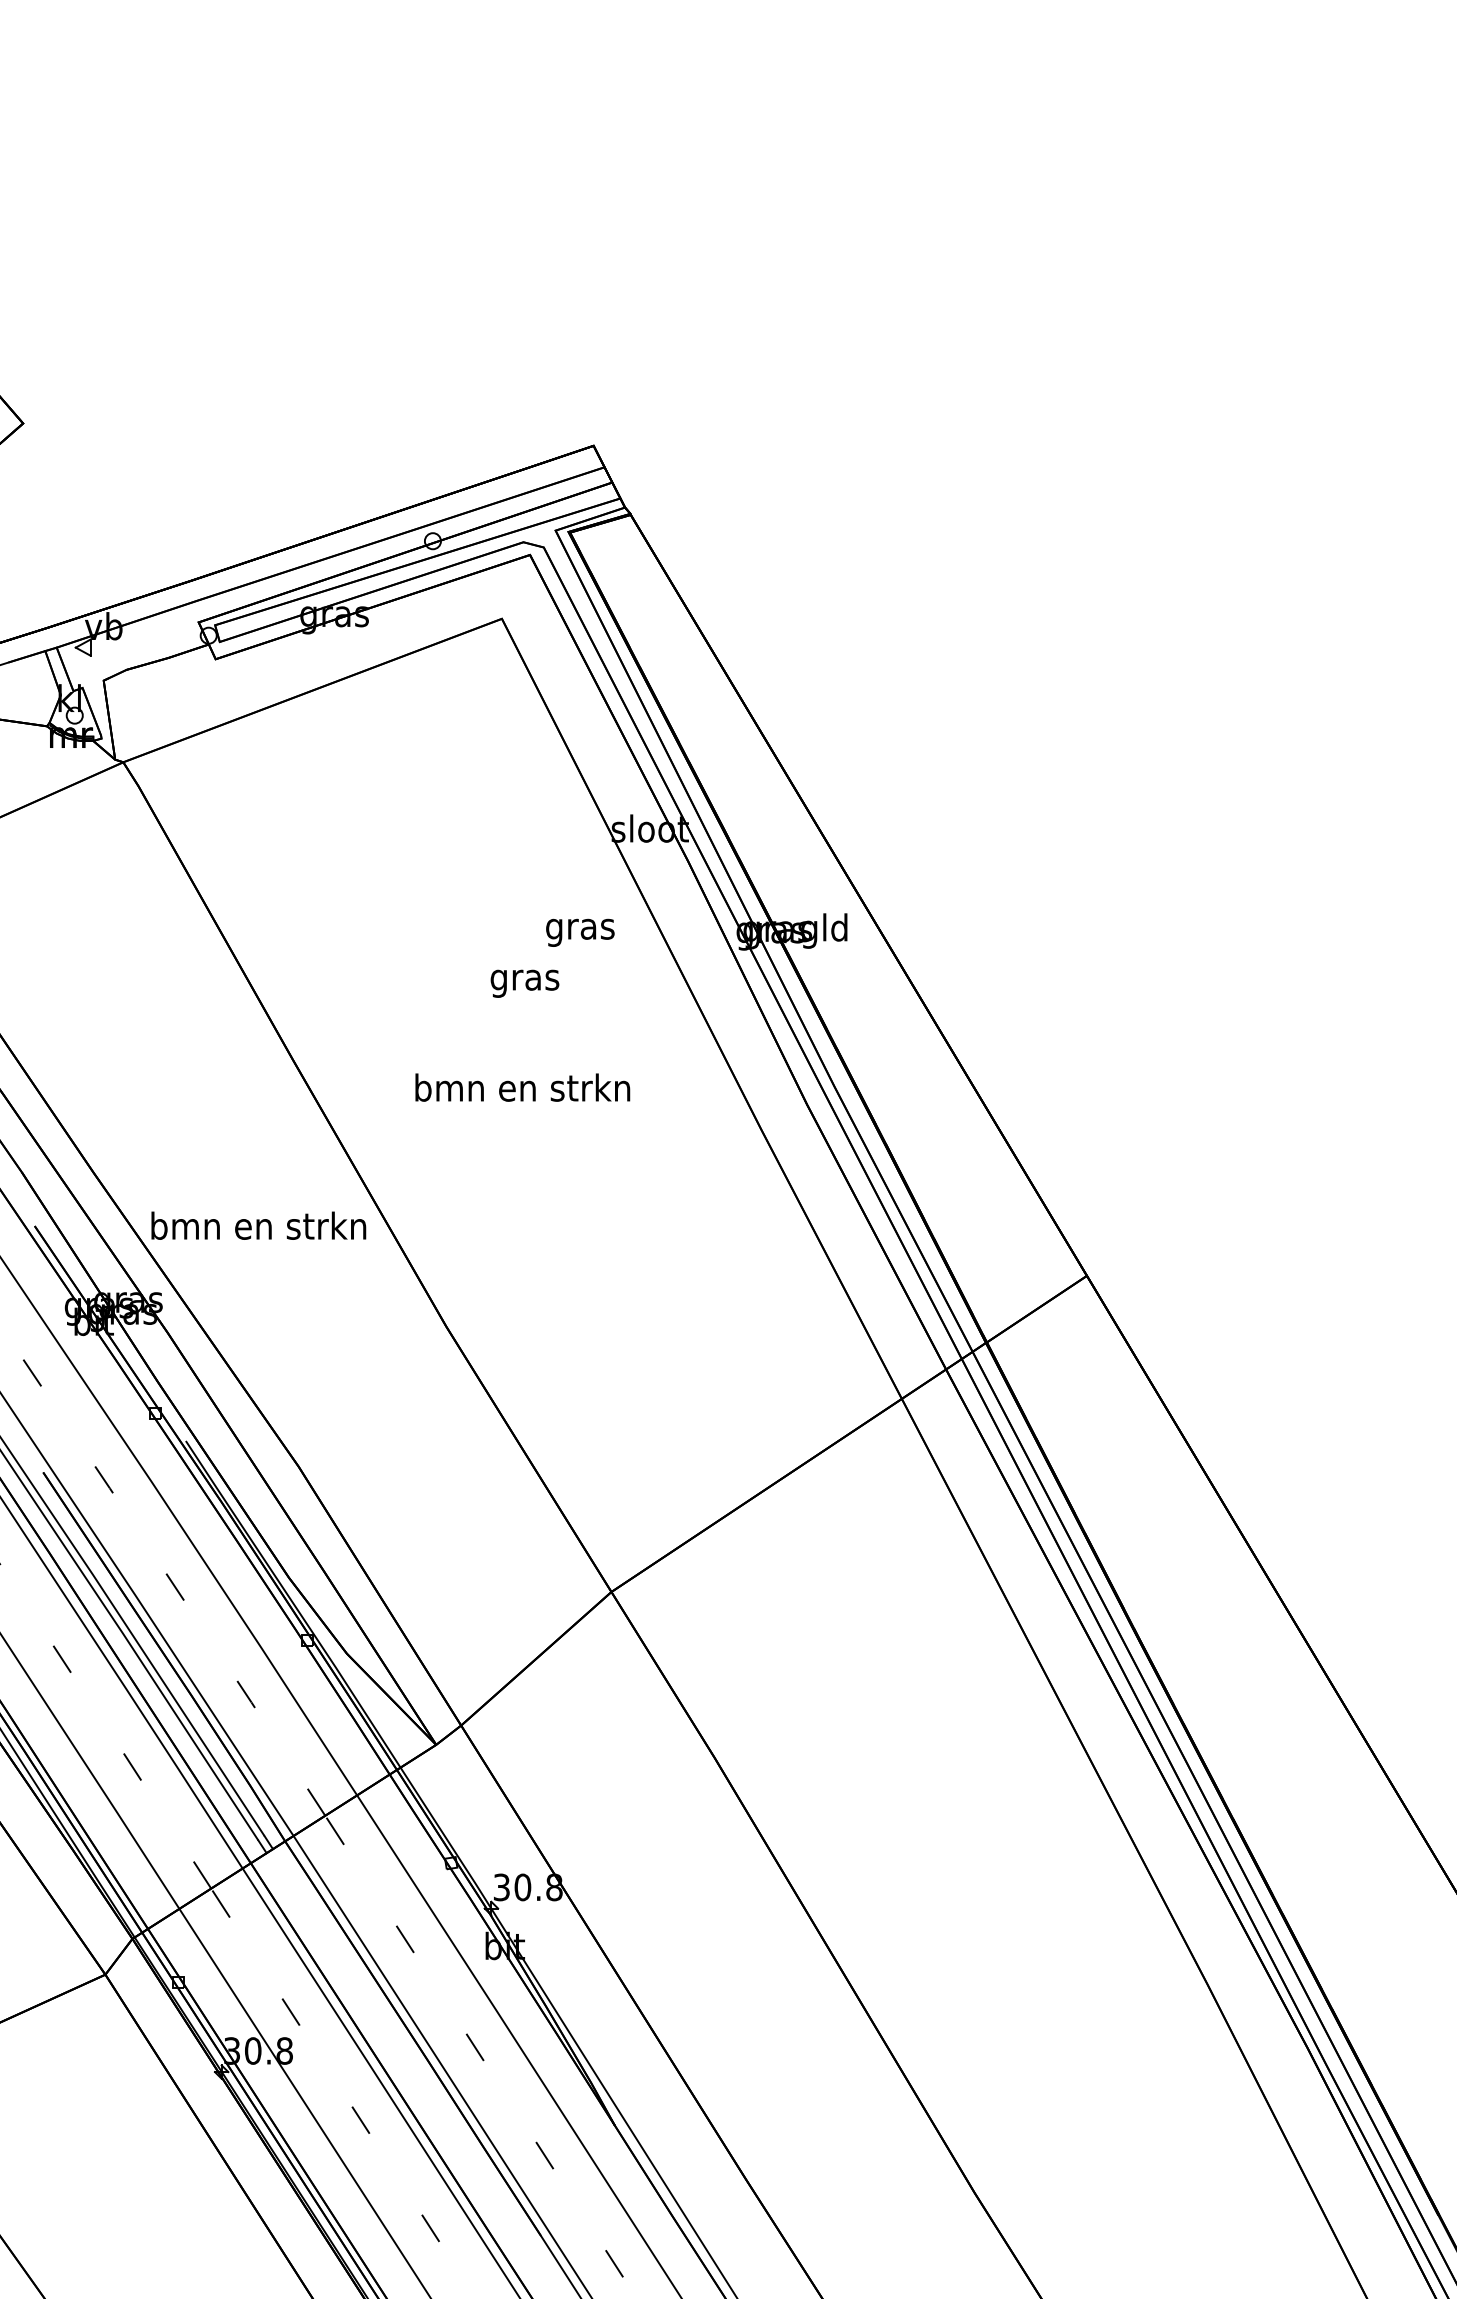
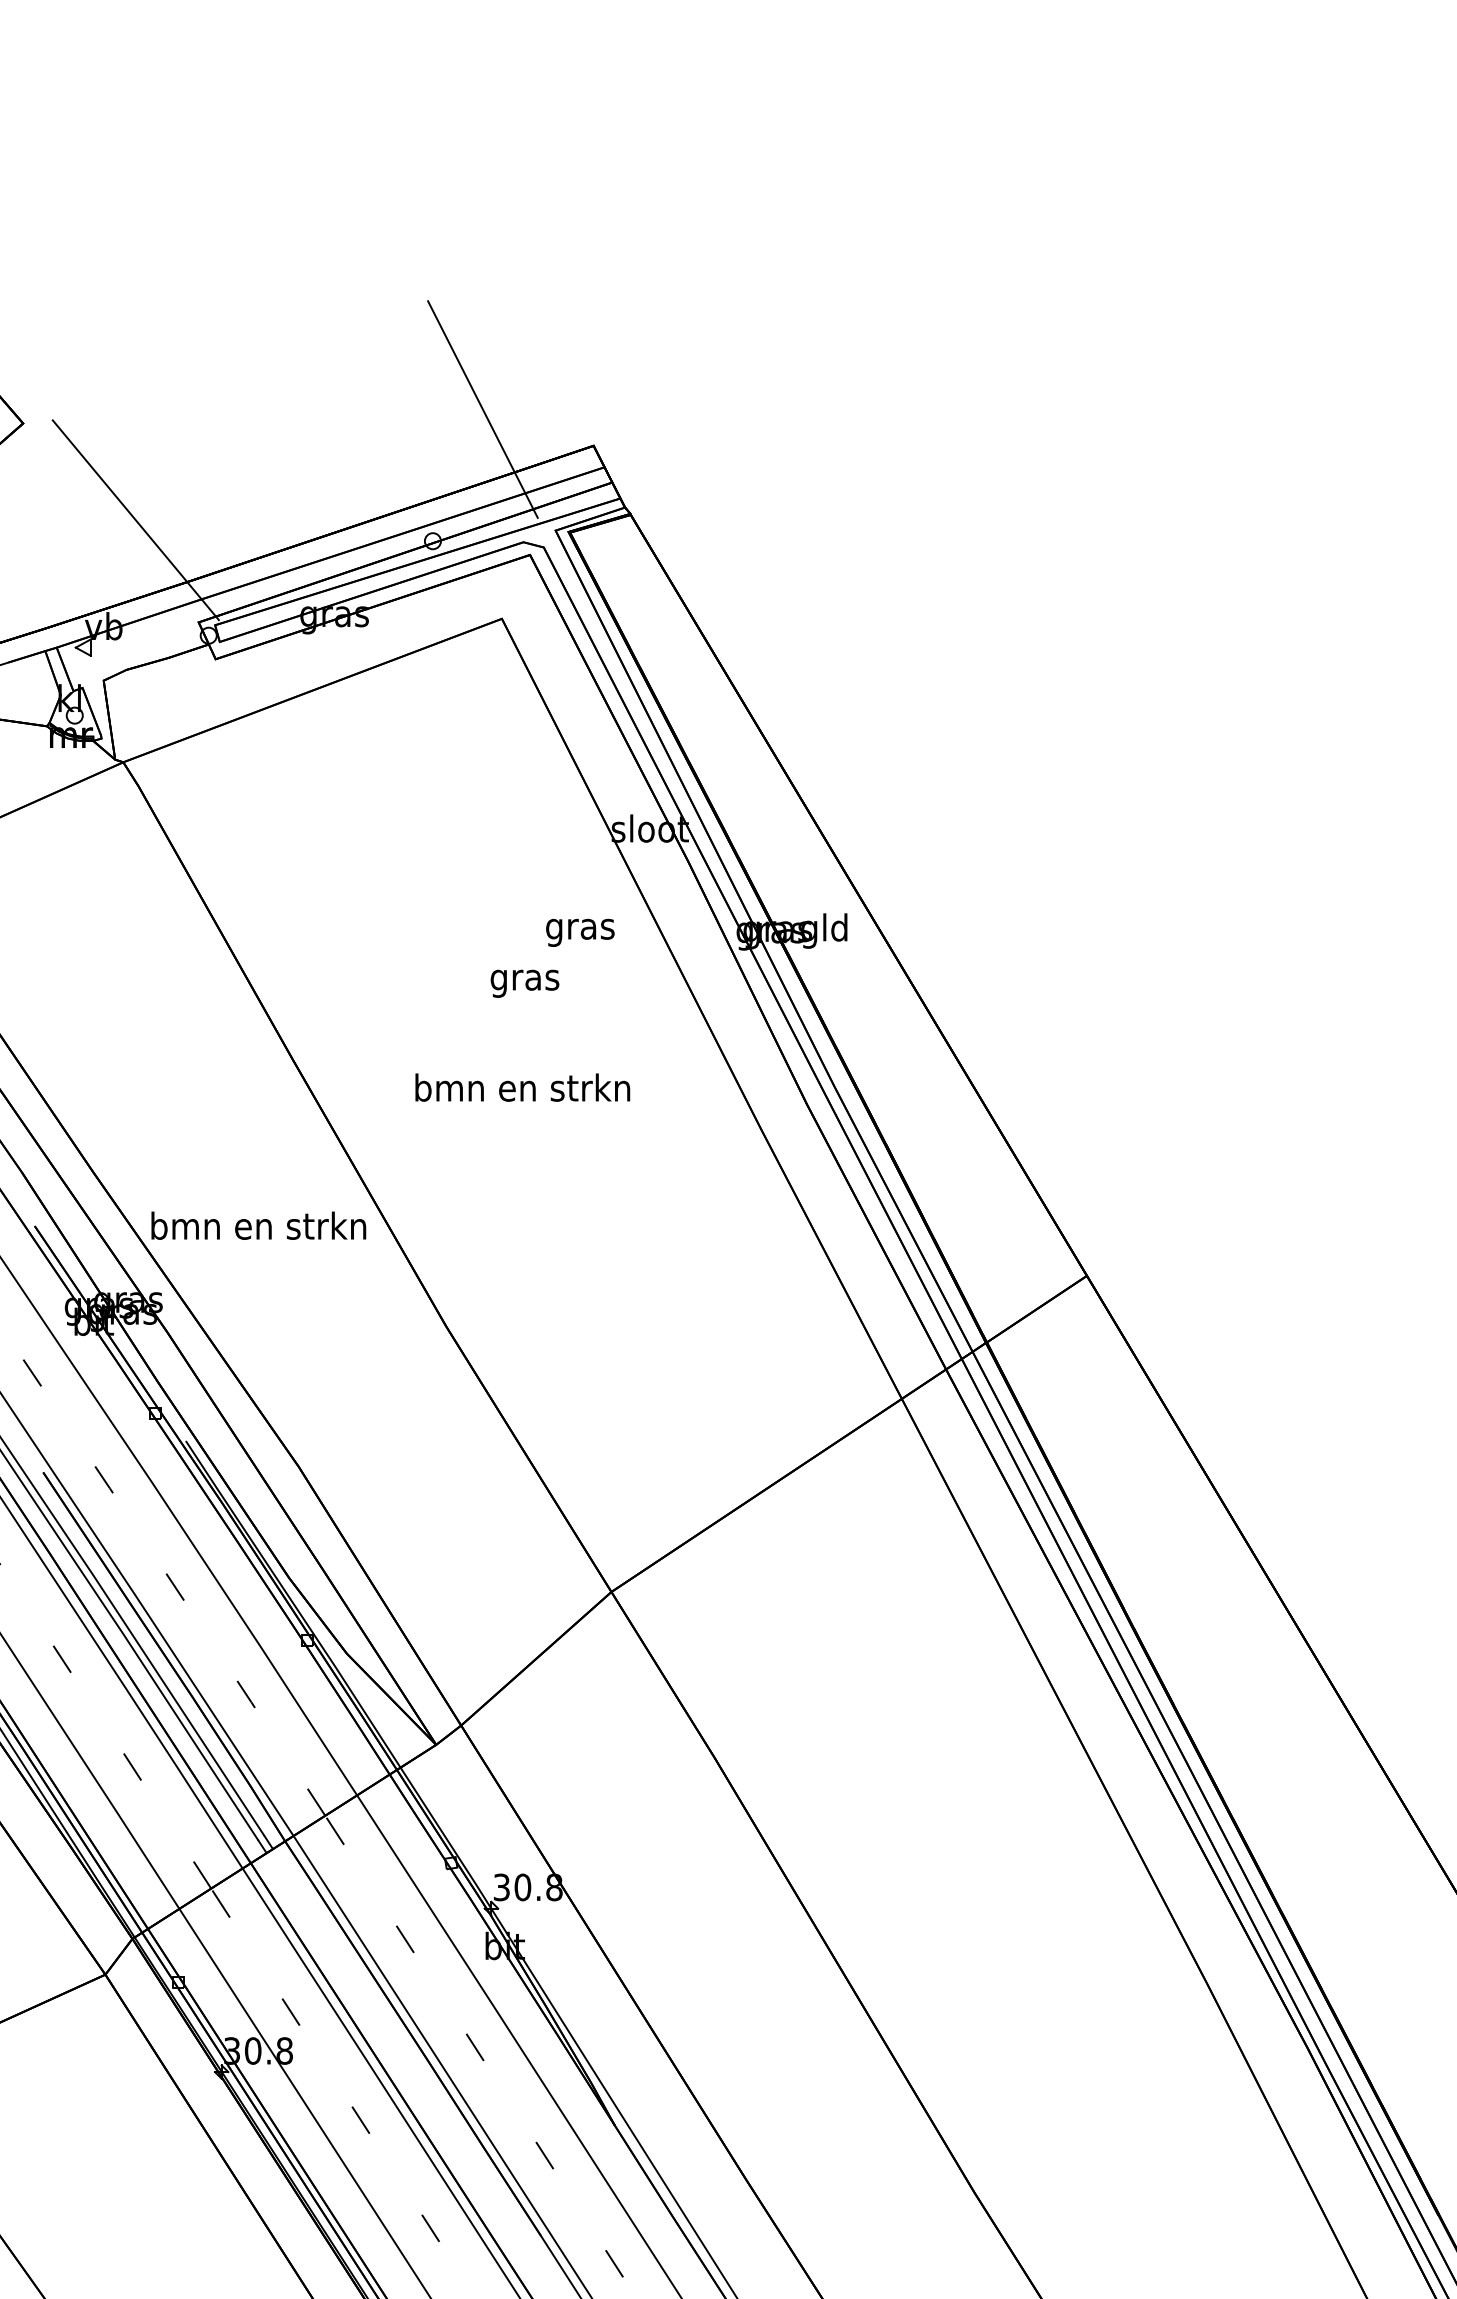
line at (482, 409): none -> present
line at (135, 520): none -> present
